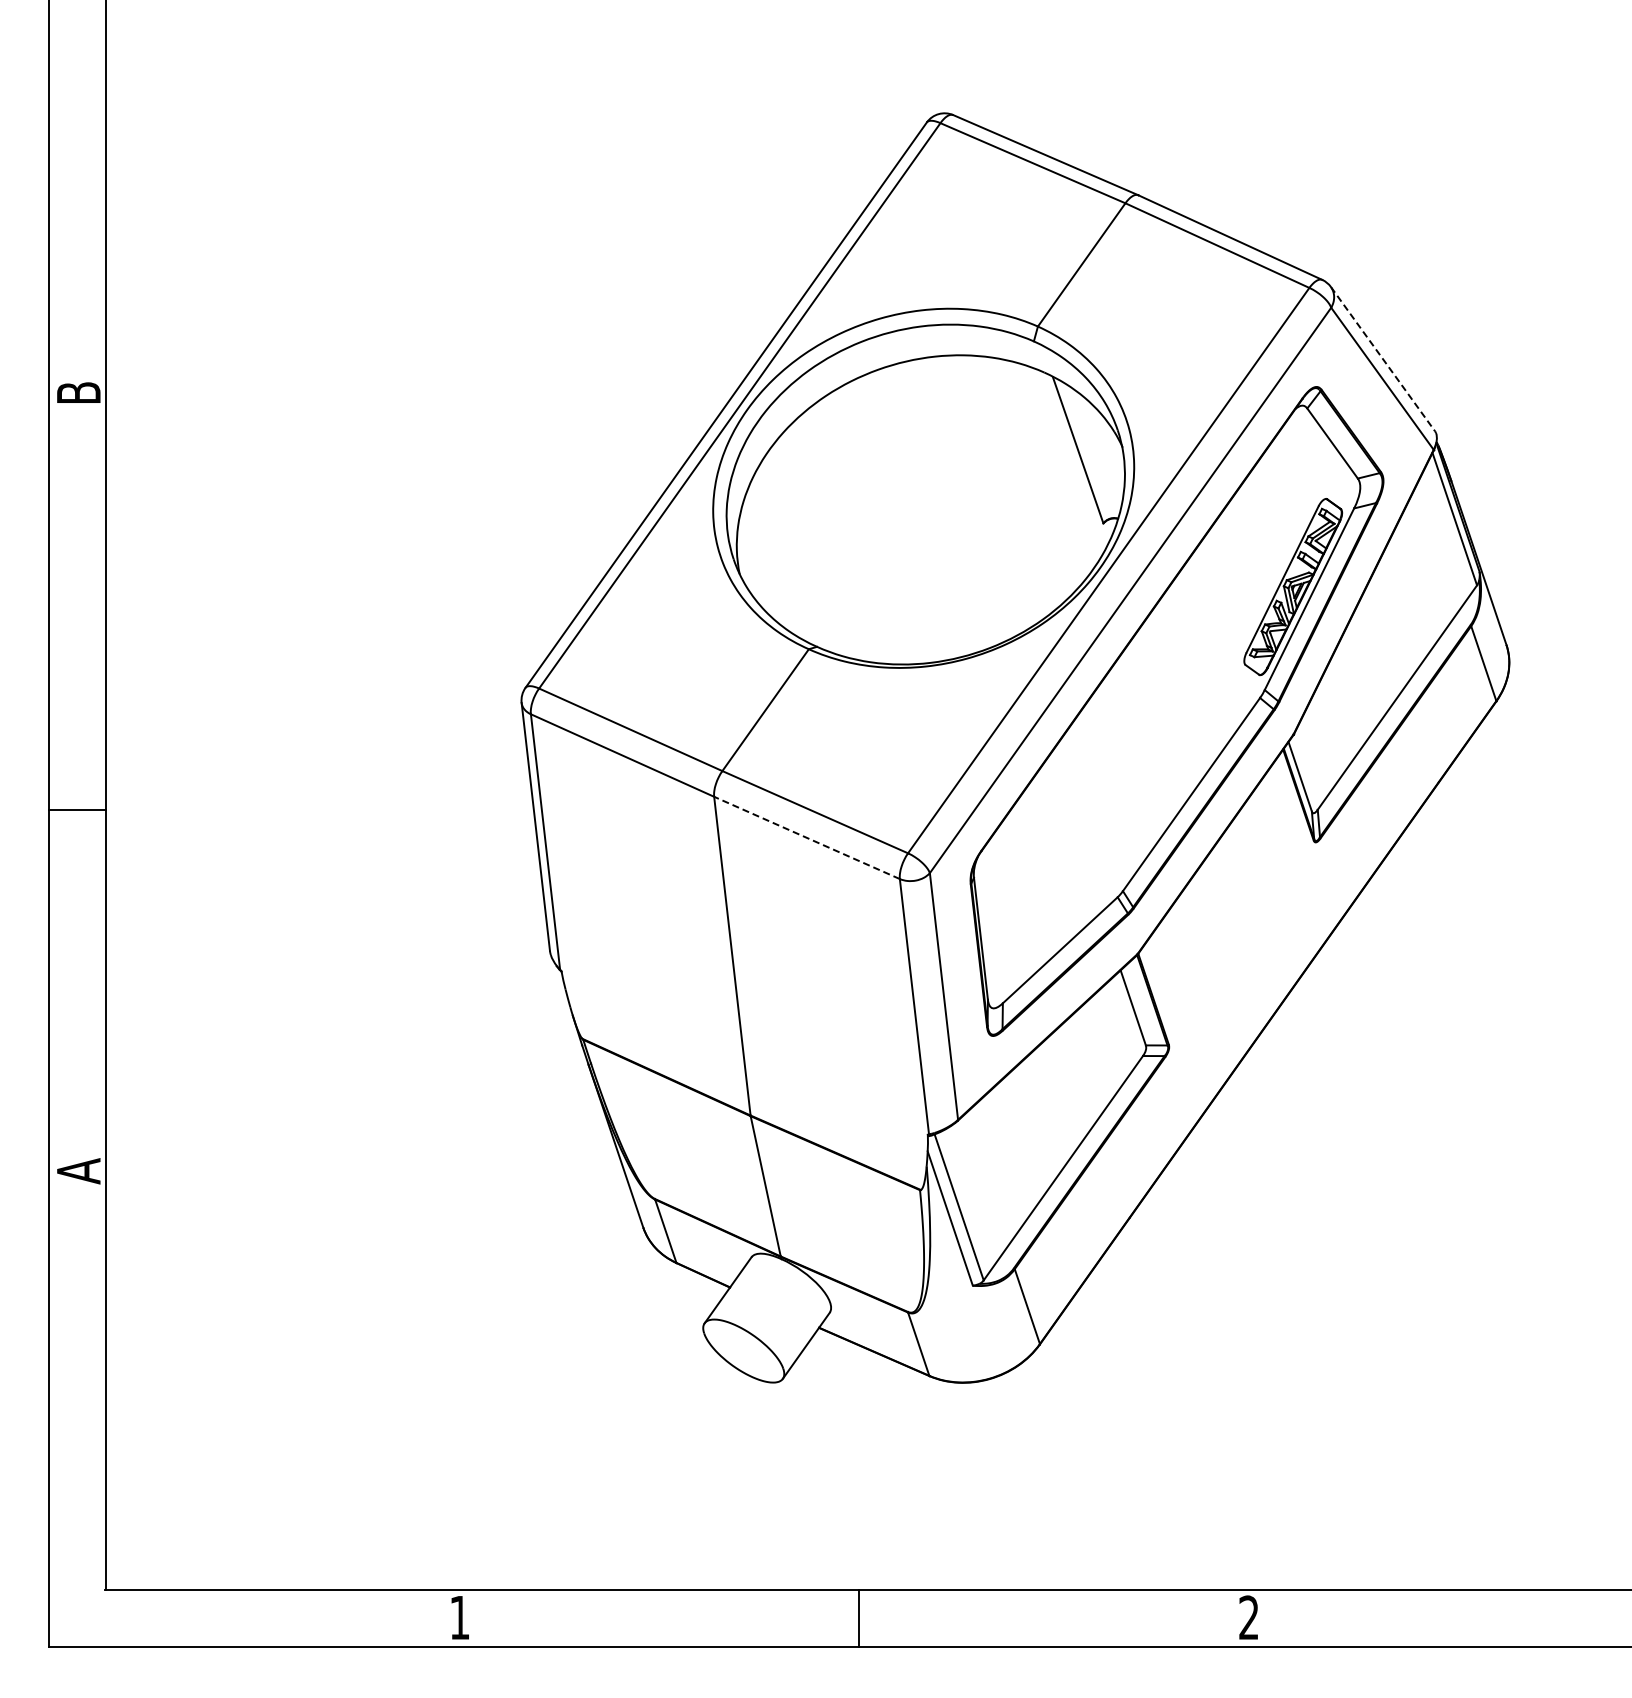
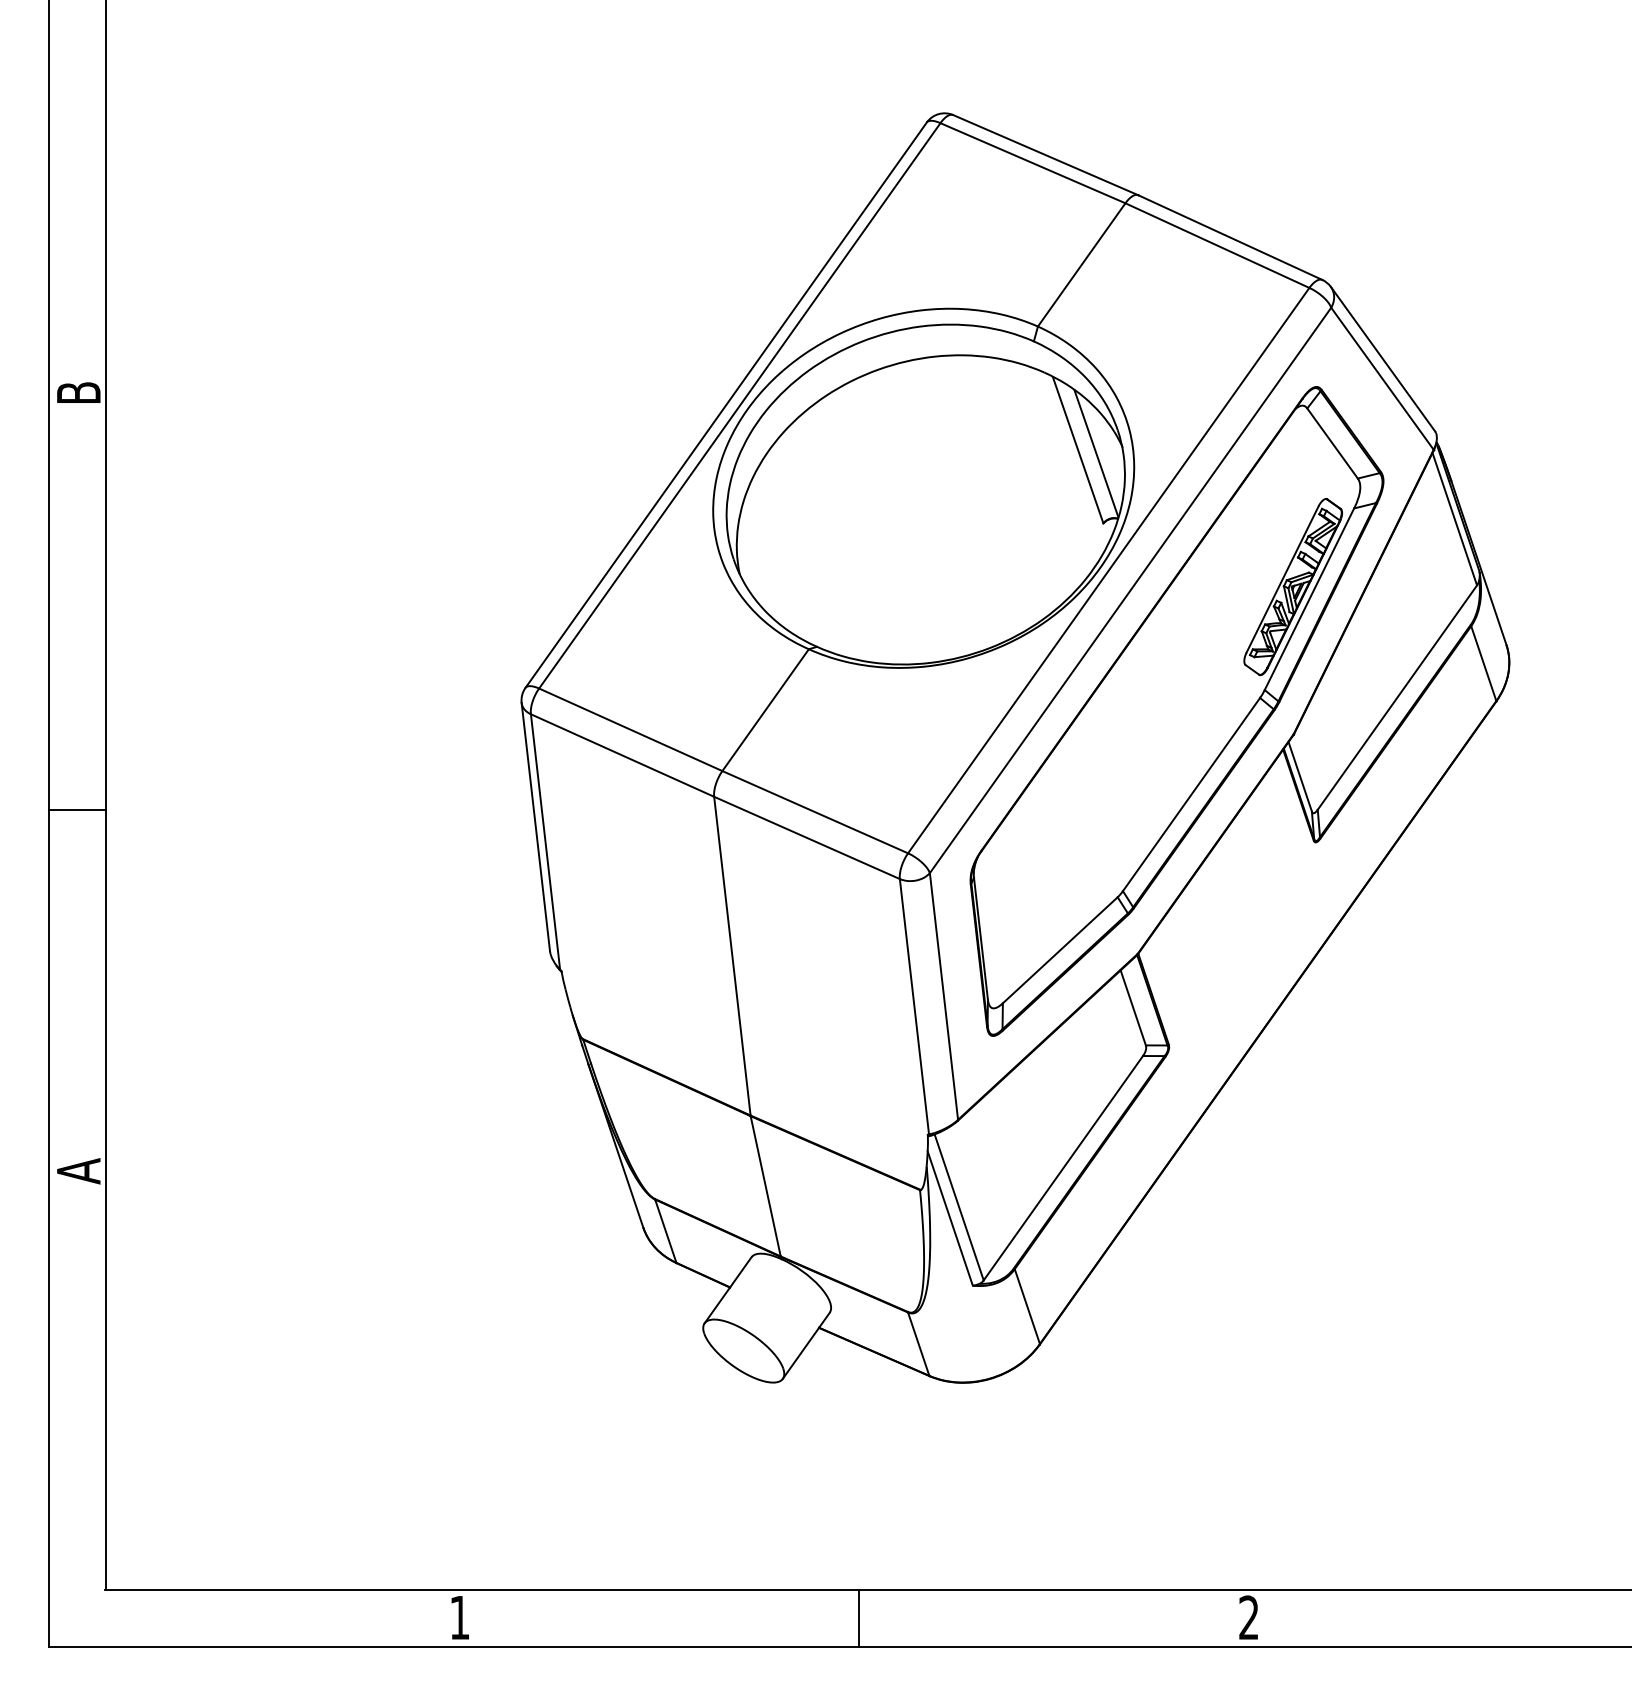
line at (1383, 359): dashed -> solid
line at (1096, 453): none -> present
line at (807, 837): dashed -> solid
